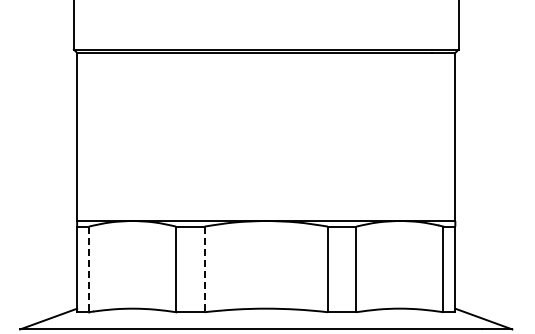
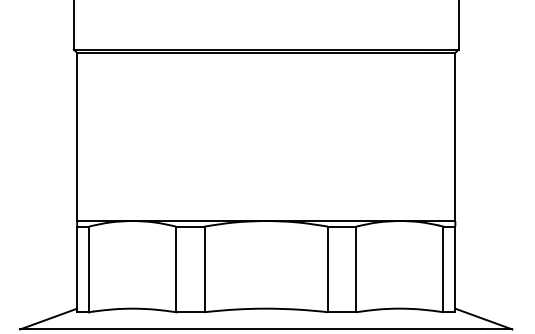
line at (88, 269): dashed -> solid
line at (204, 269): dashed -> solid
